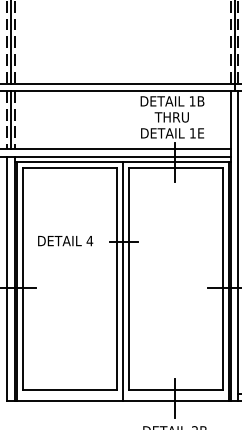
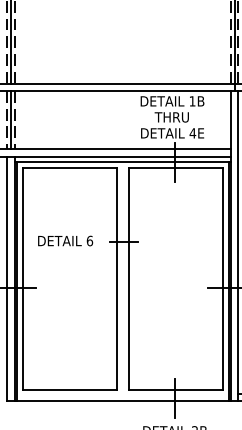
text at (192, 133): 1E -> 4E
text at (89, 240): 4 -> 6
line at (122, 281): present -> none
